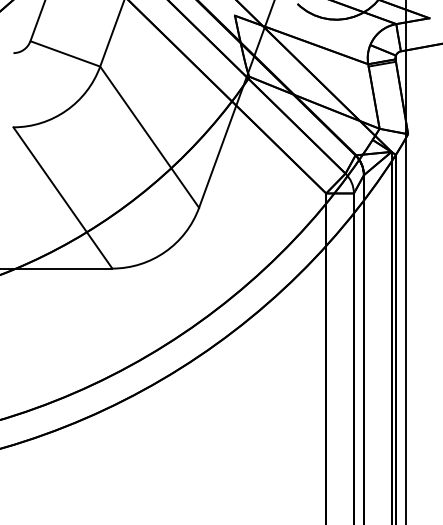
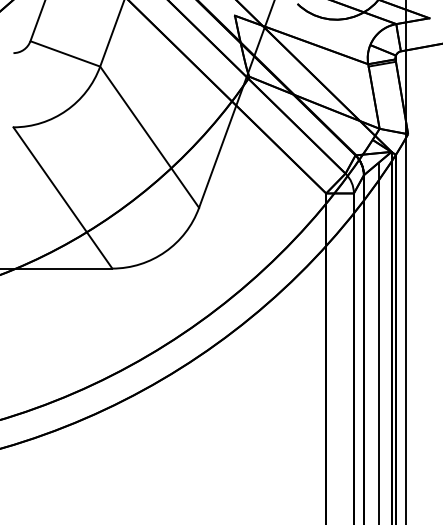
line at (378, 341): none -> present
